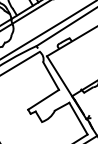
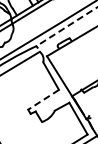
line at (67, 26): solid -> dashed
line at (43, 100): solid -> dashed
